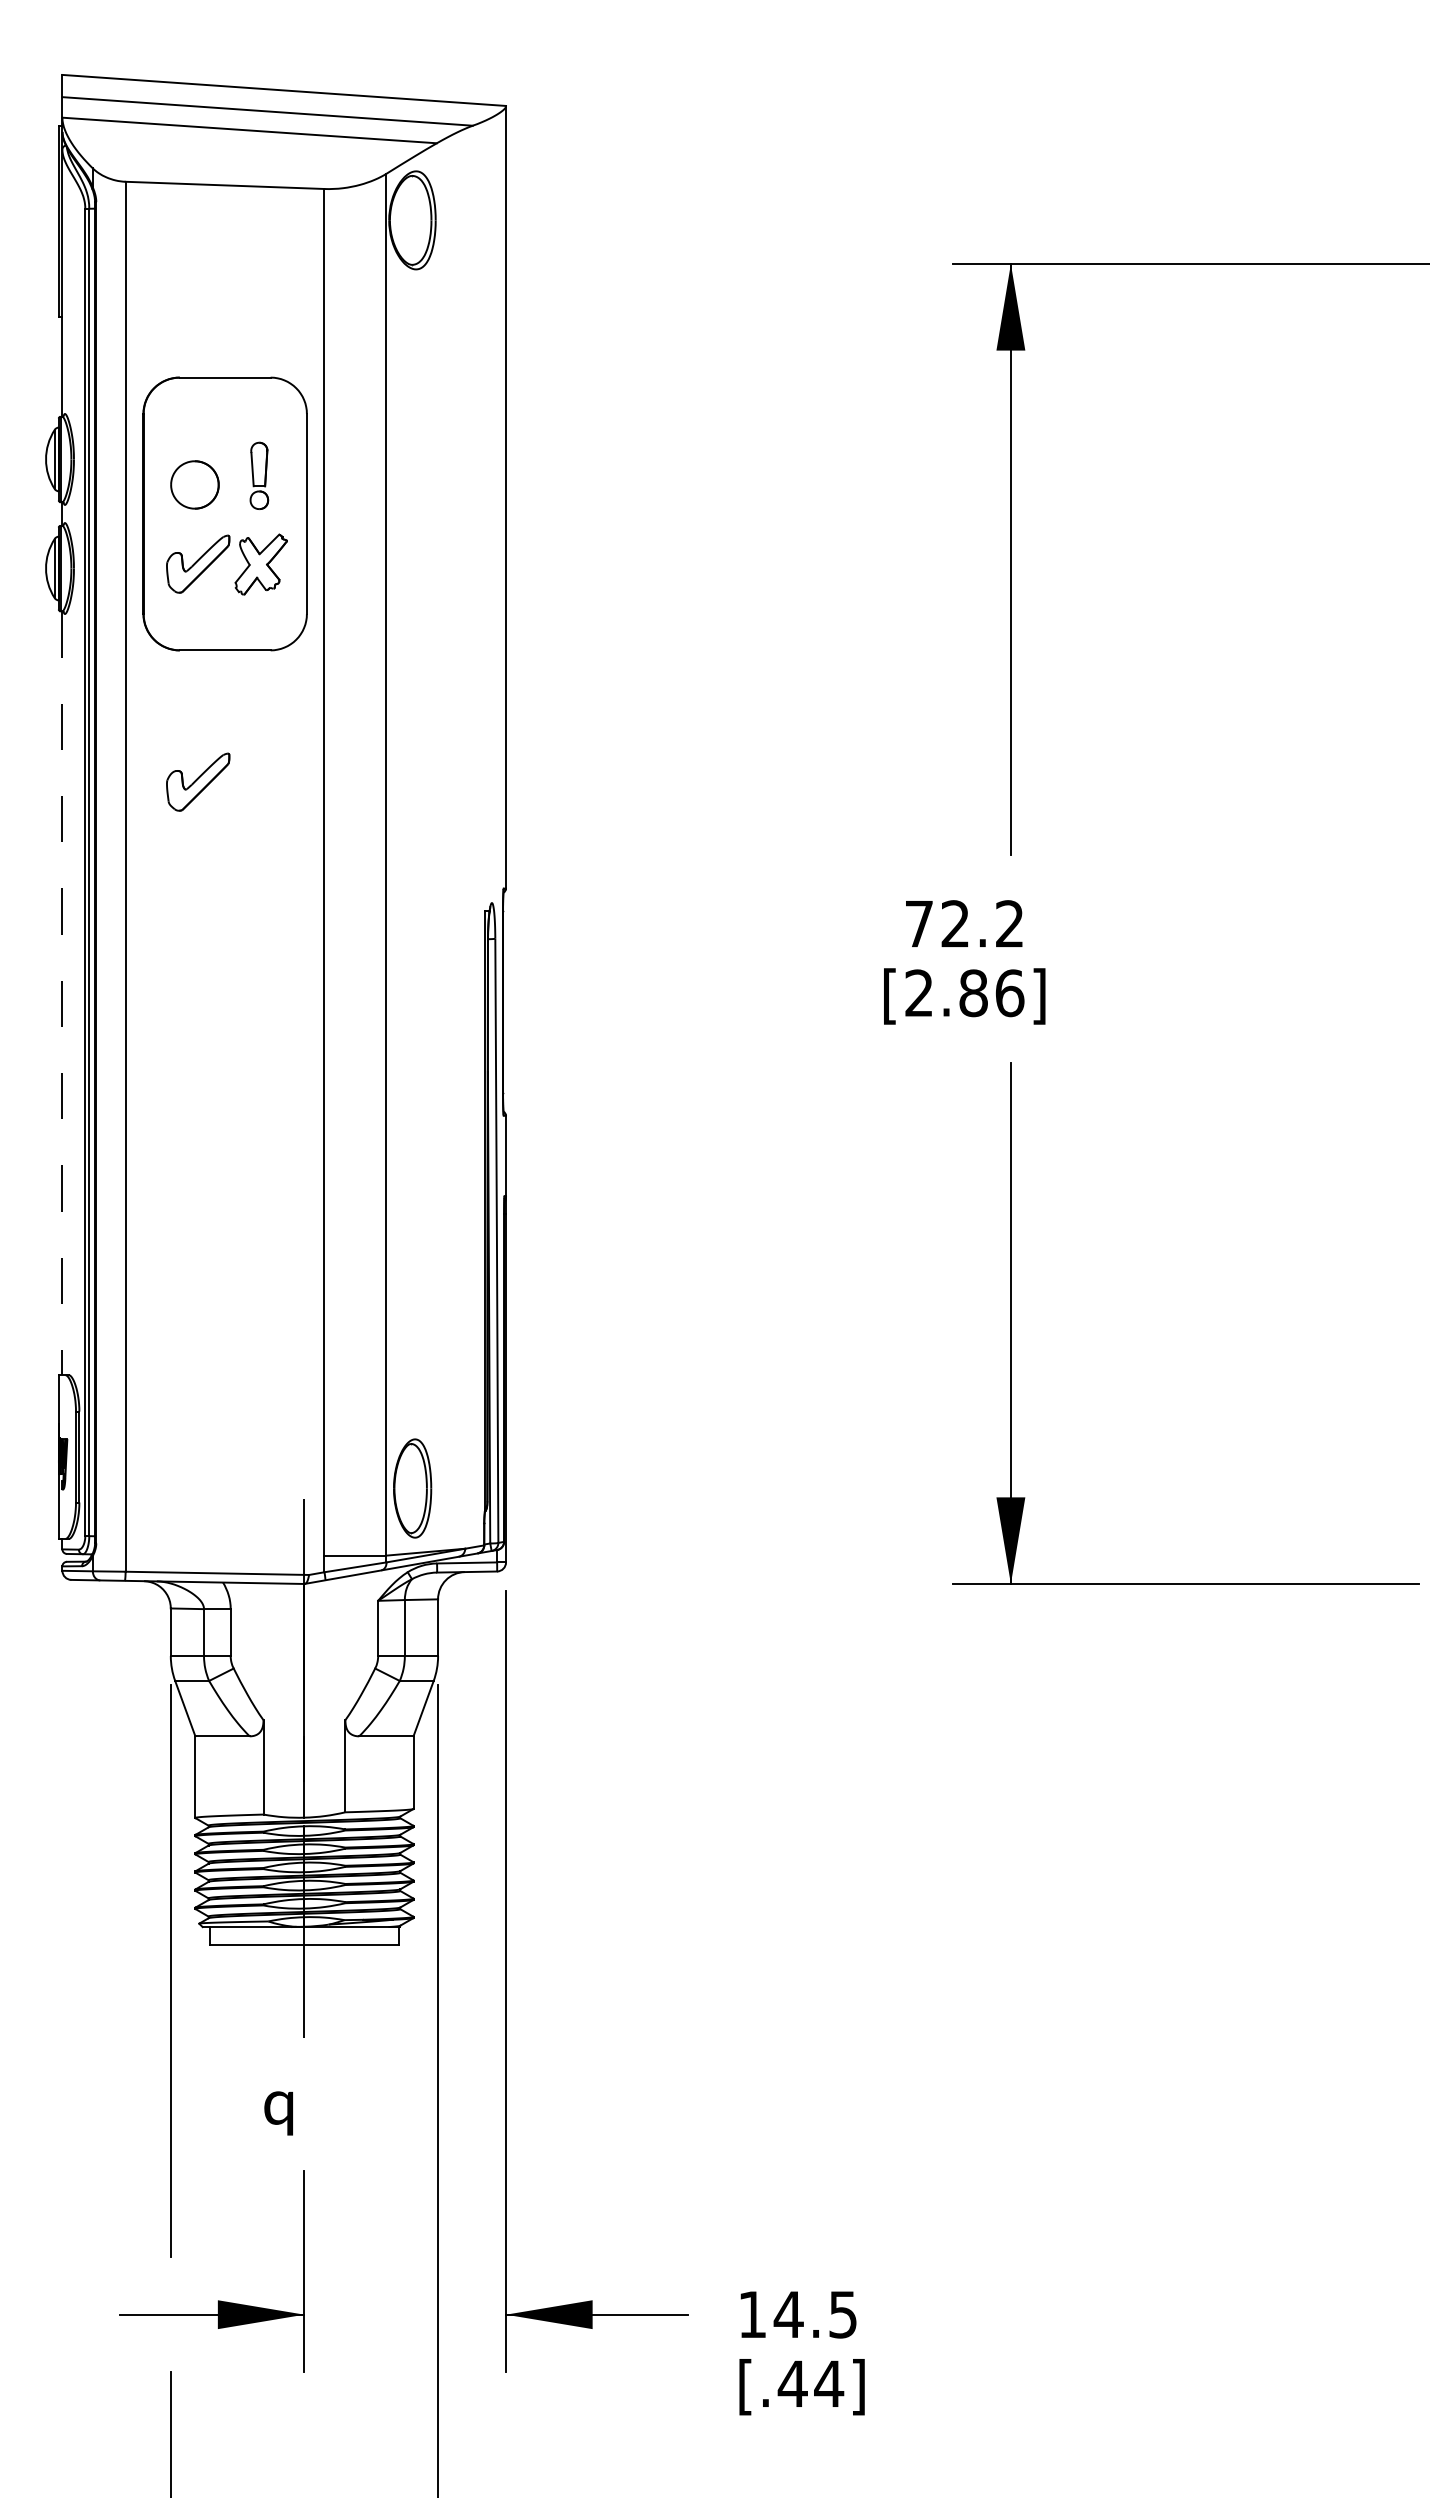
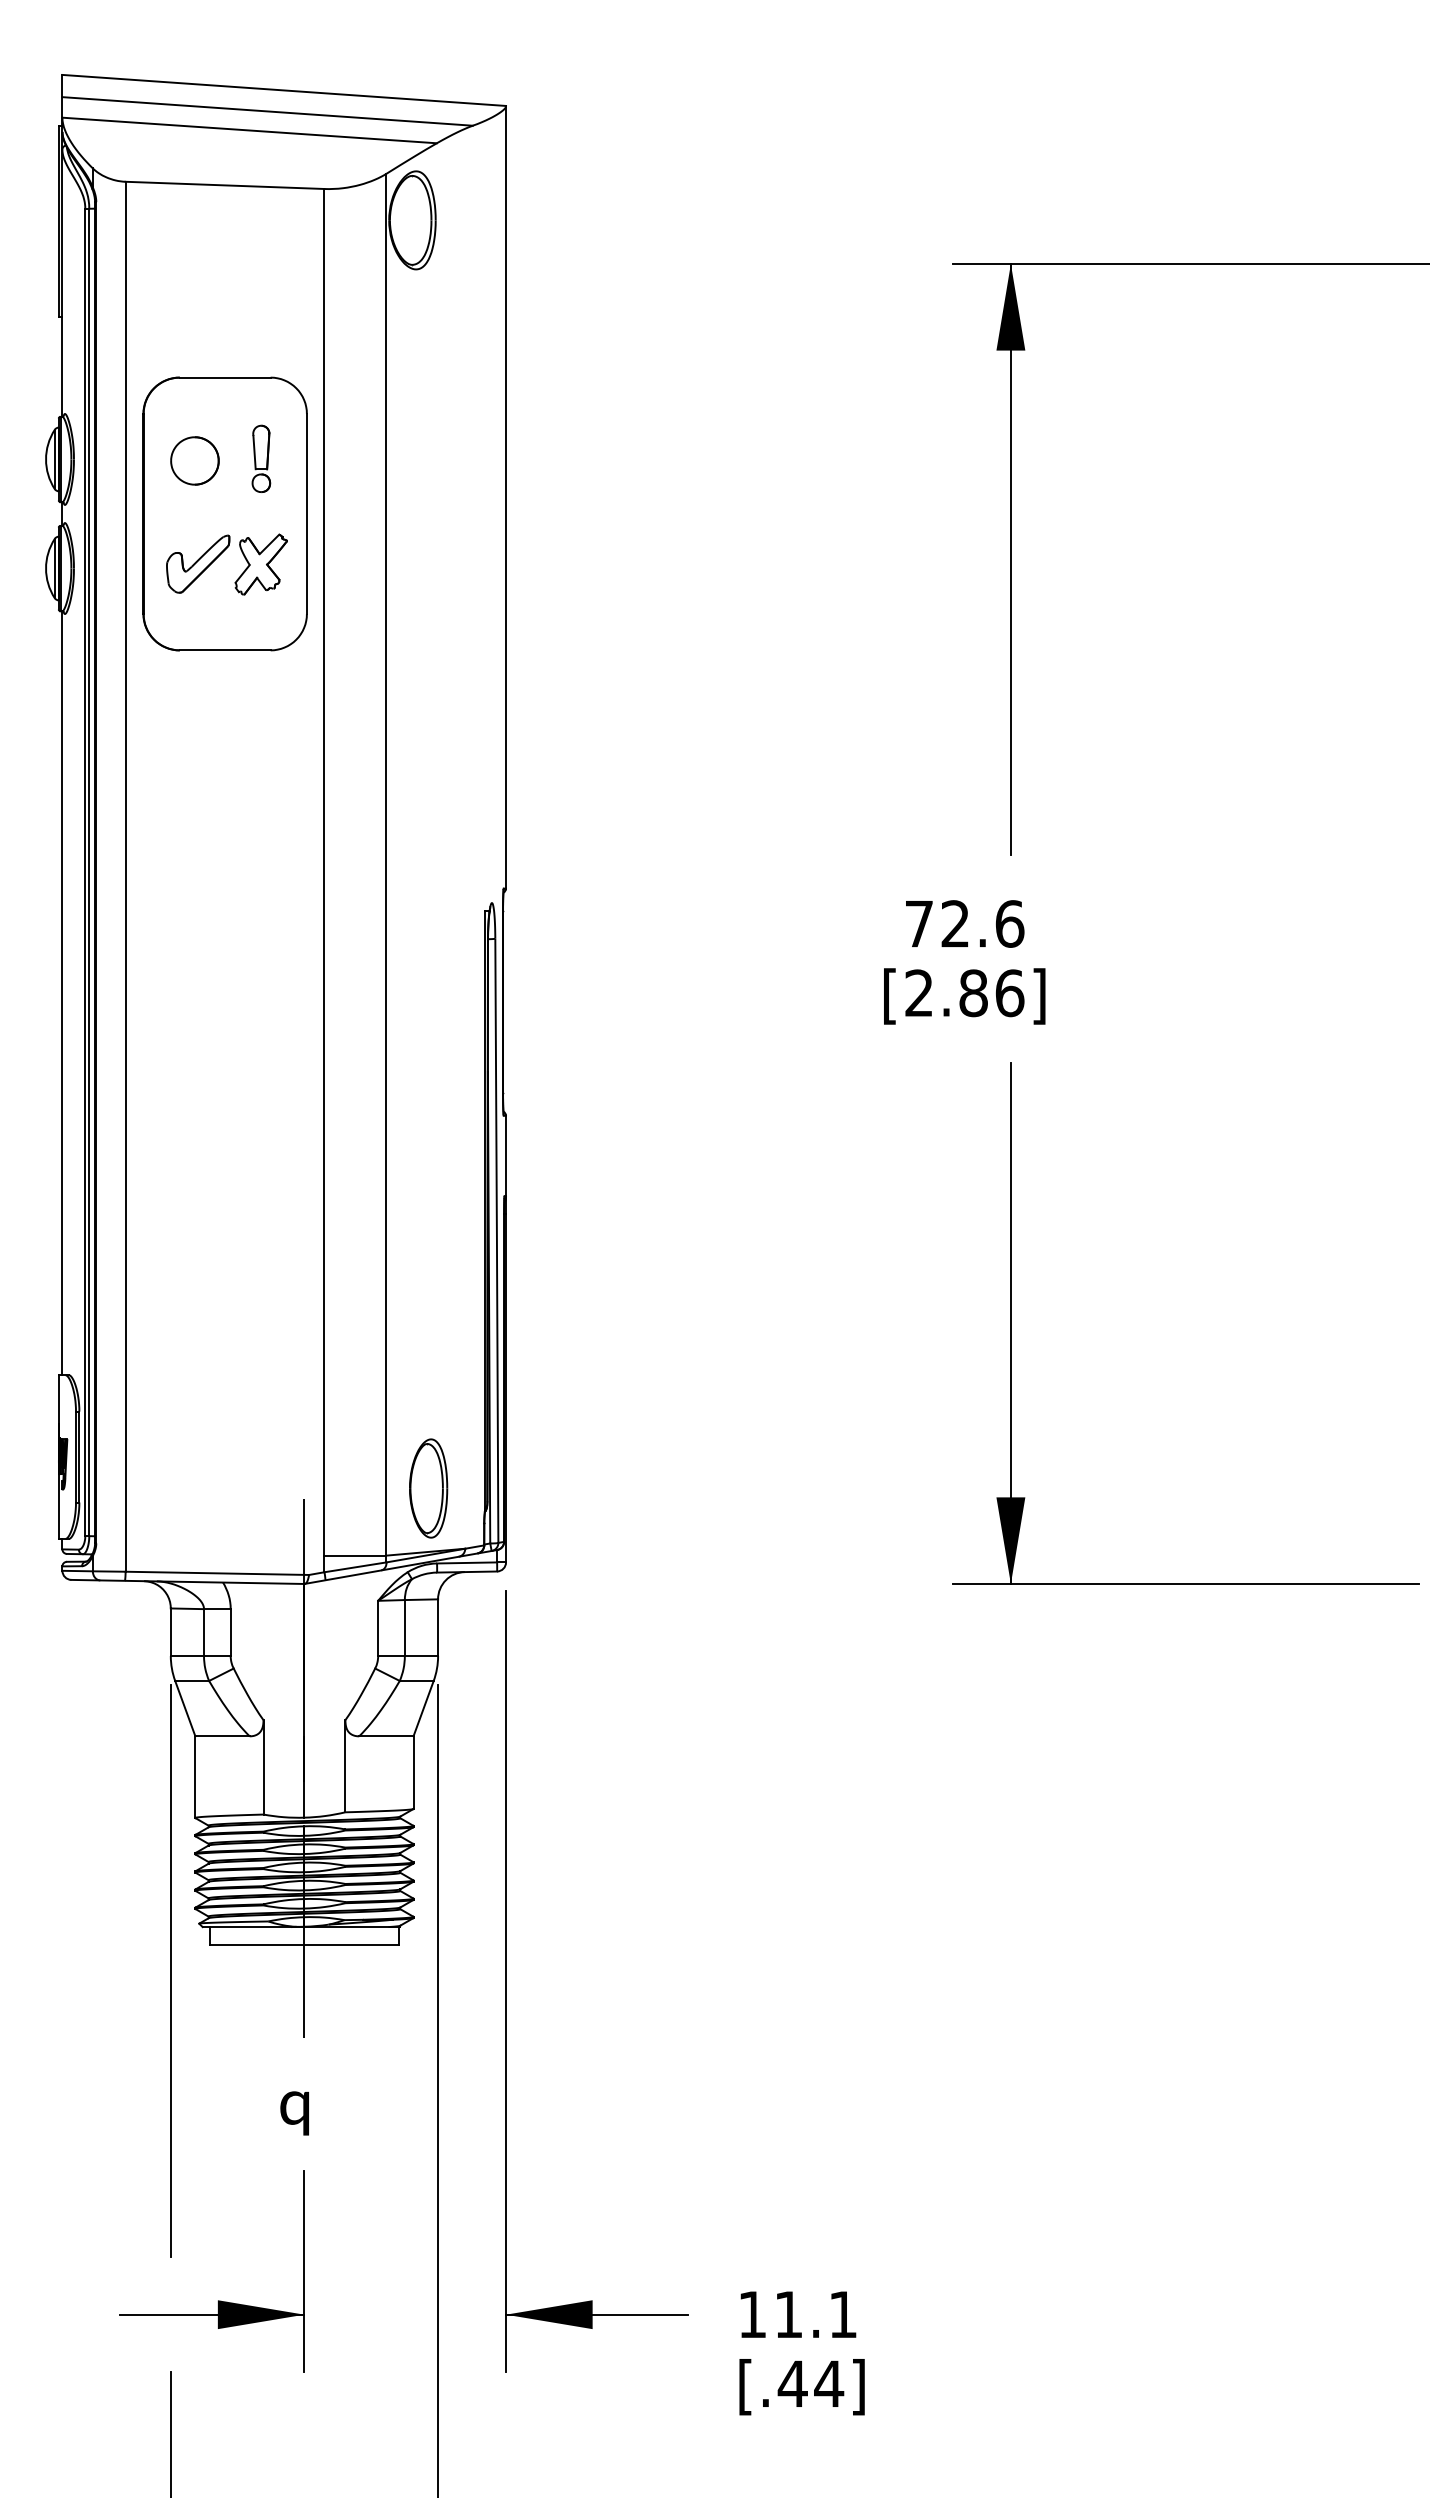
part at (259, 475) position: (259, 475) -> (261, 458)
part at (194, 484) position: (194, 484) -> (194, 460)
part at (198, 781): present -> none
text at (1009, 923): 72.2 -> 72.6
line at (62, 993): dashed -> solid
part at (412, 1488) position: (412, 1488) -> (428, 1488)
text at (278, 2113) position: (278, 2113) -> (294, 2113)
text at (814, 2314): 14.5 -> 11.1
